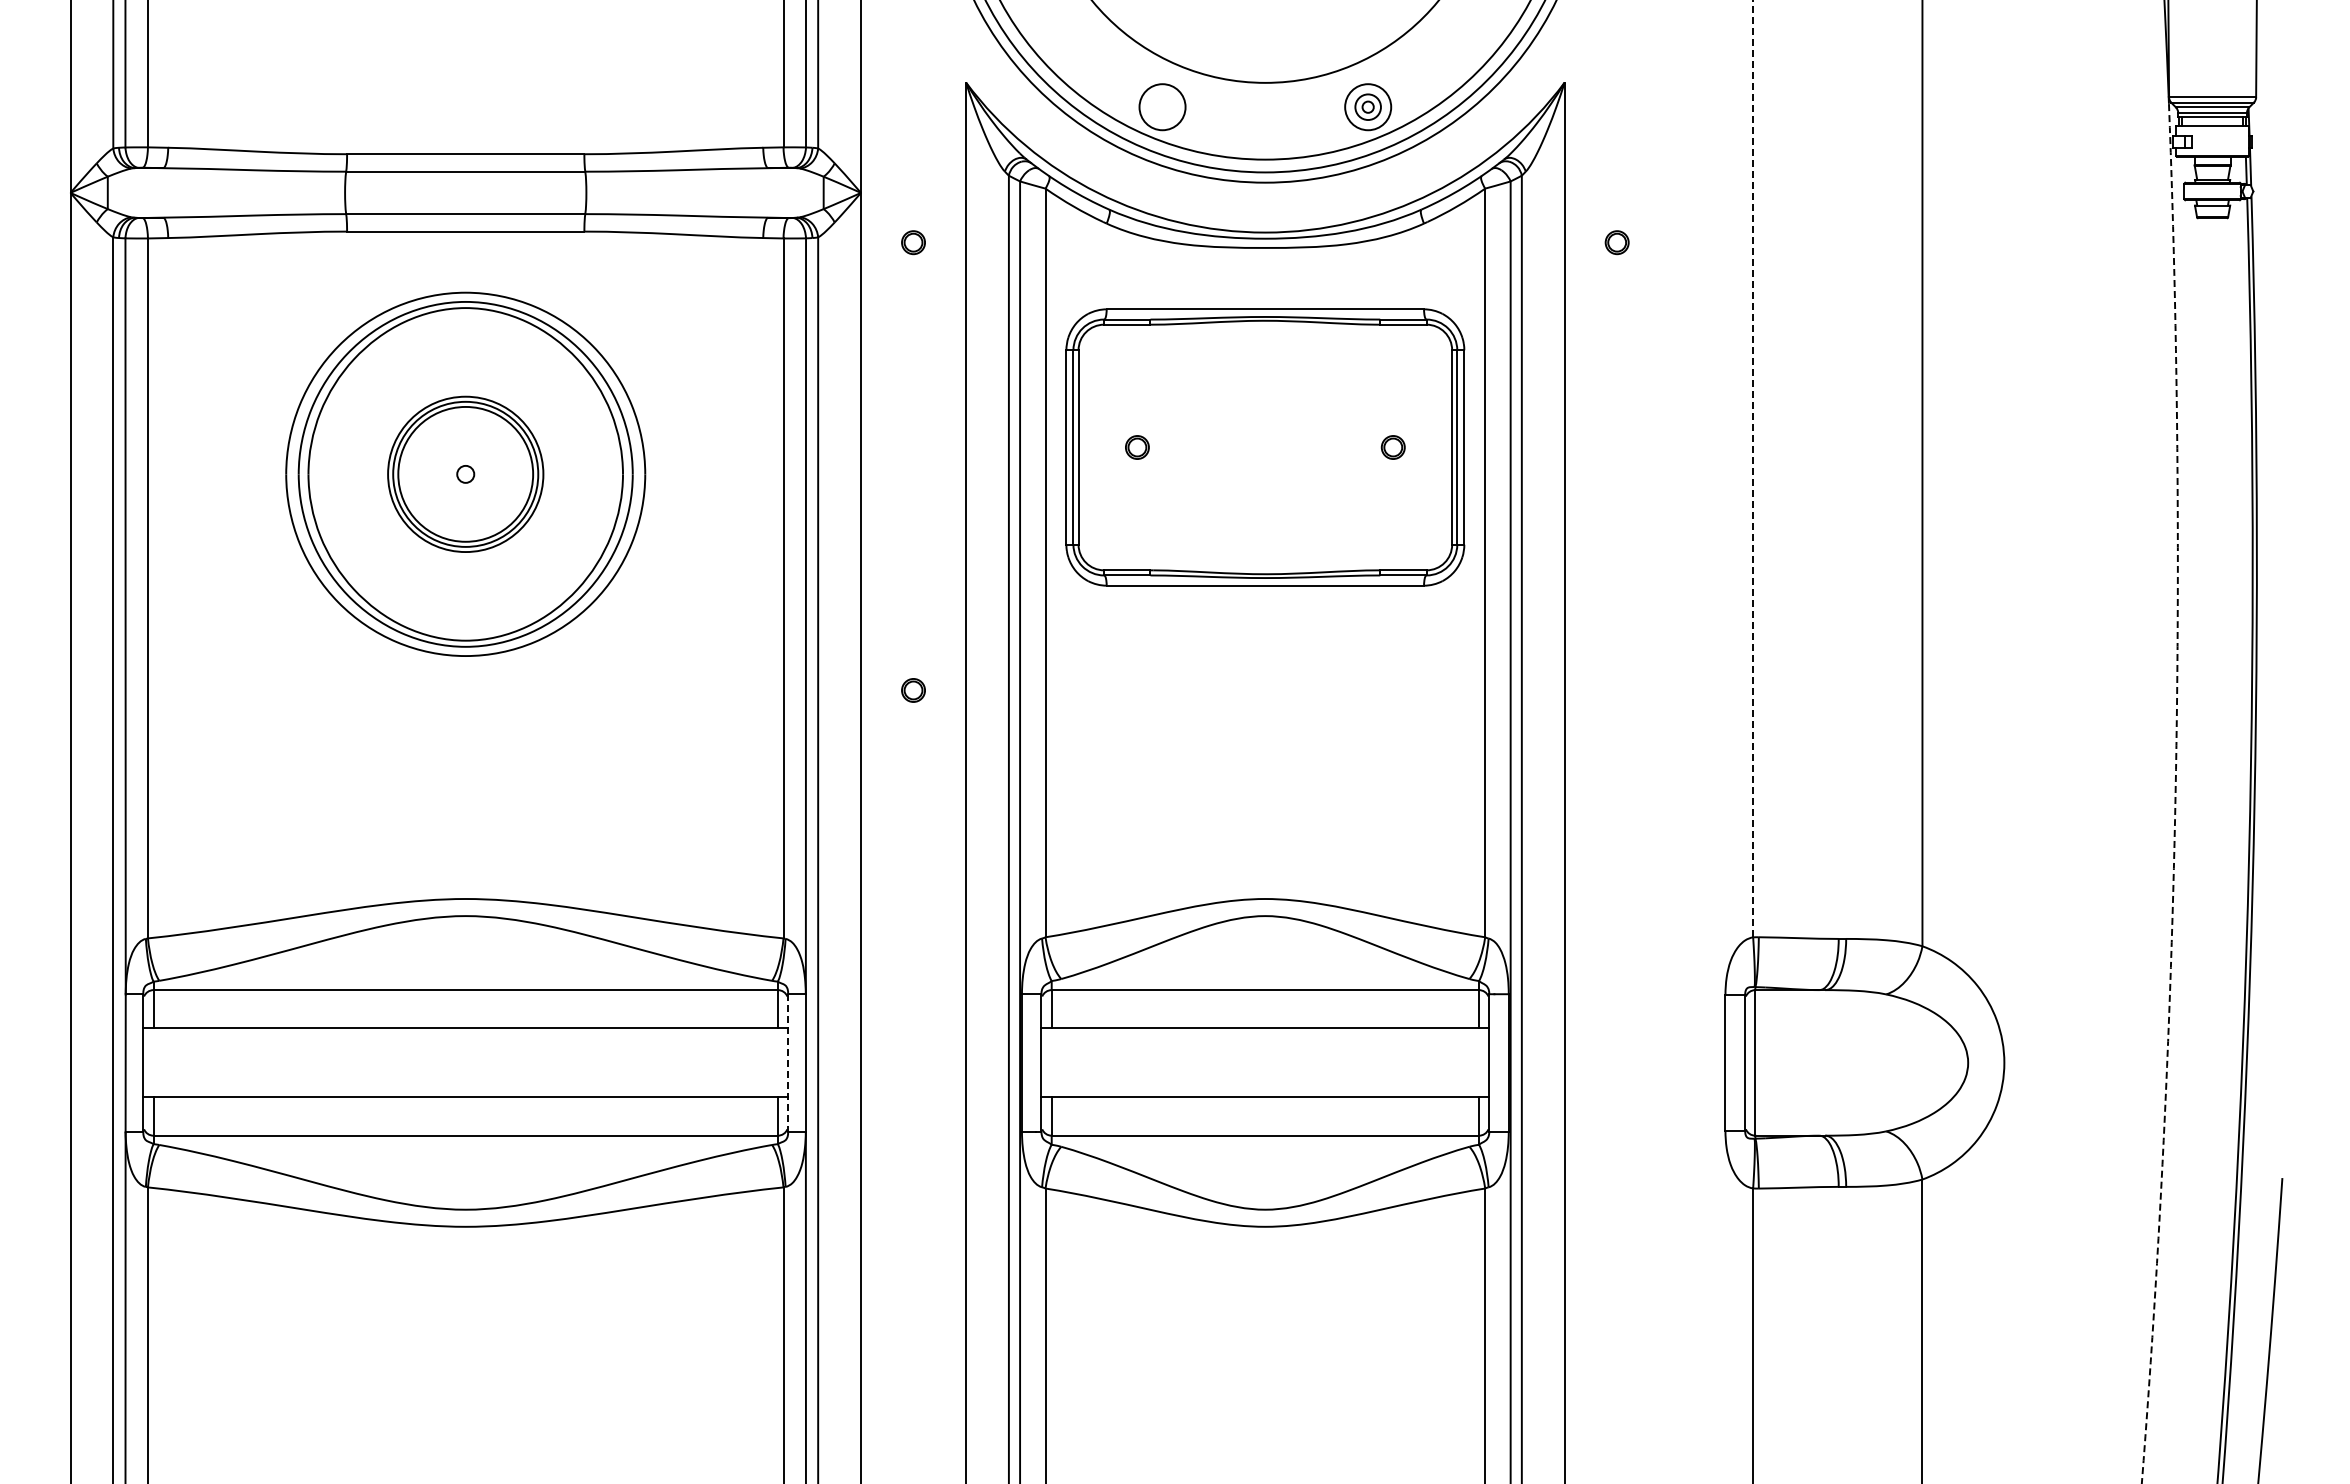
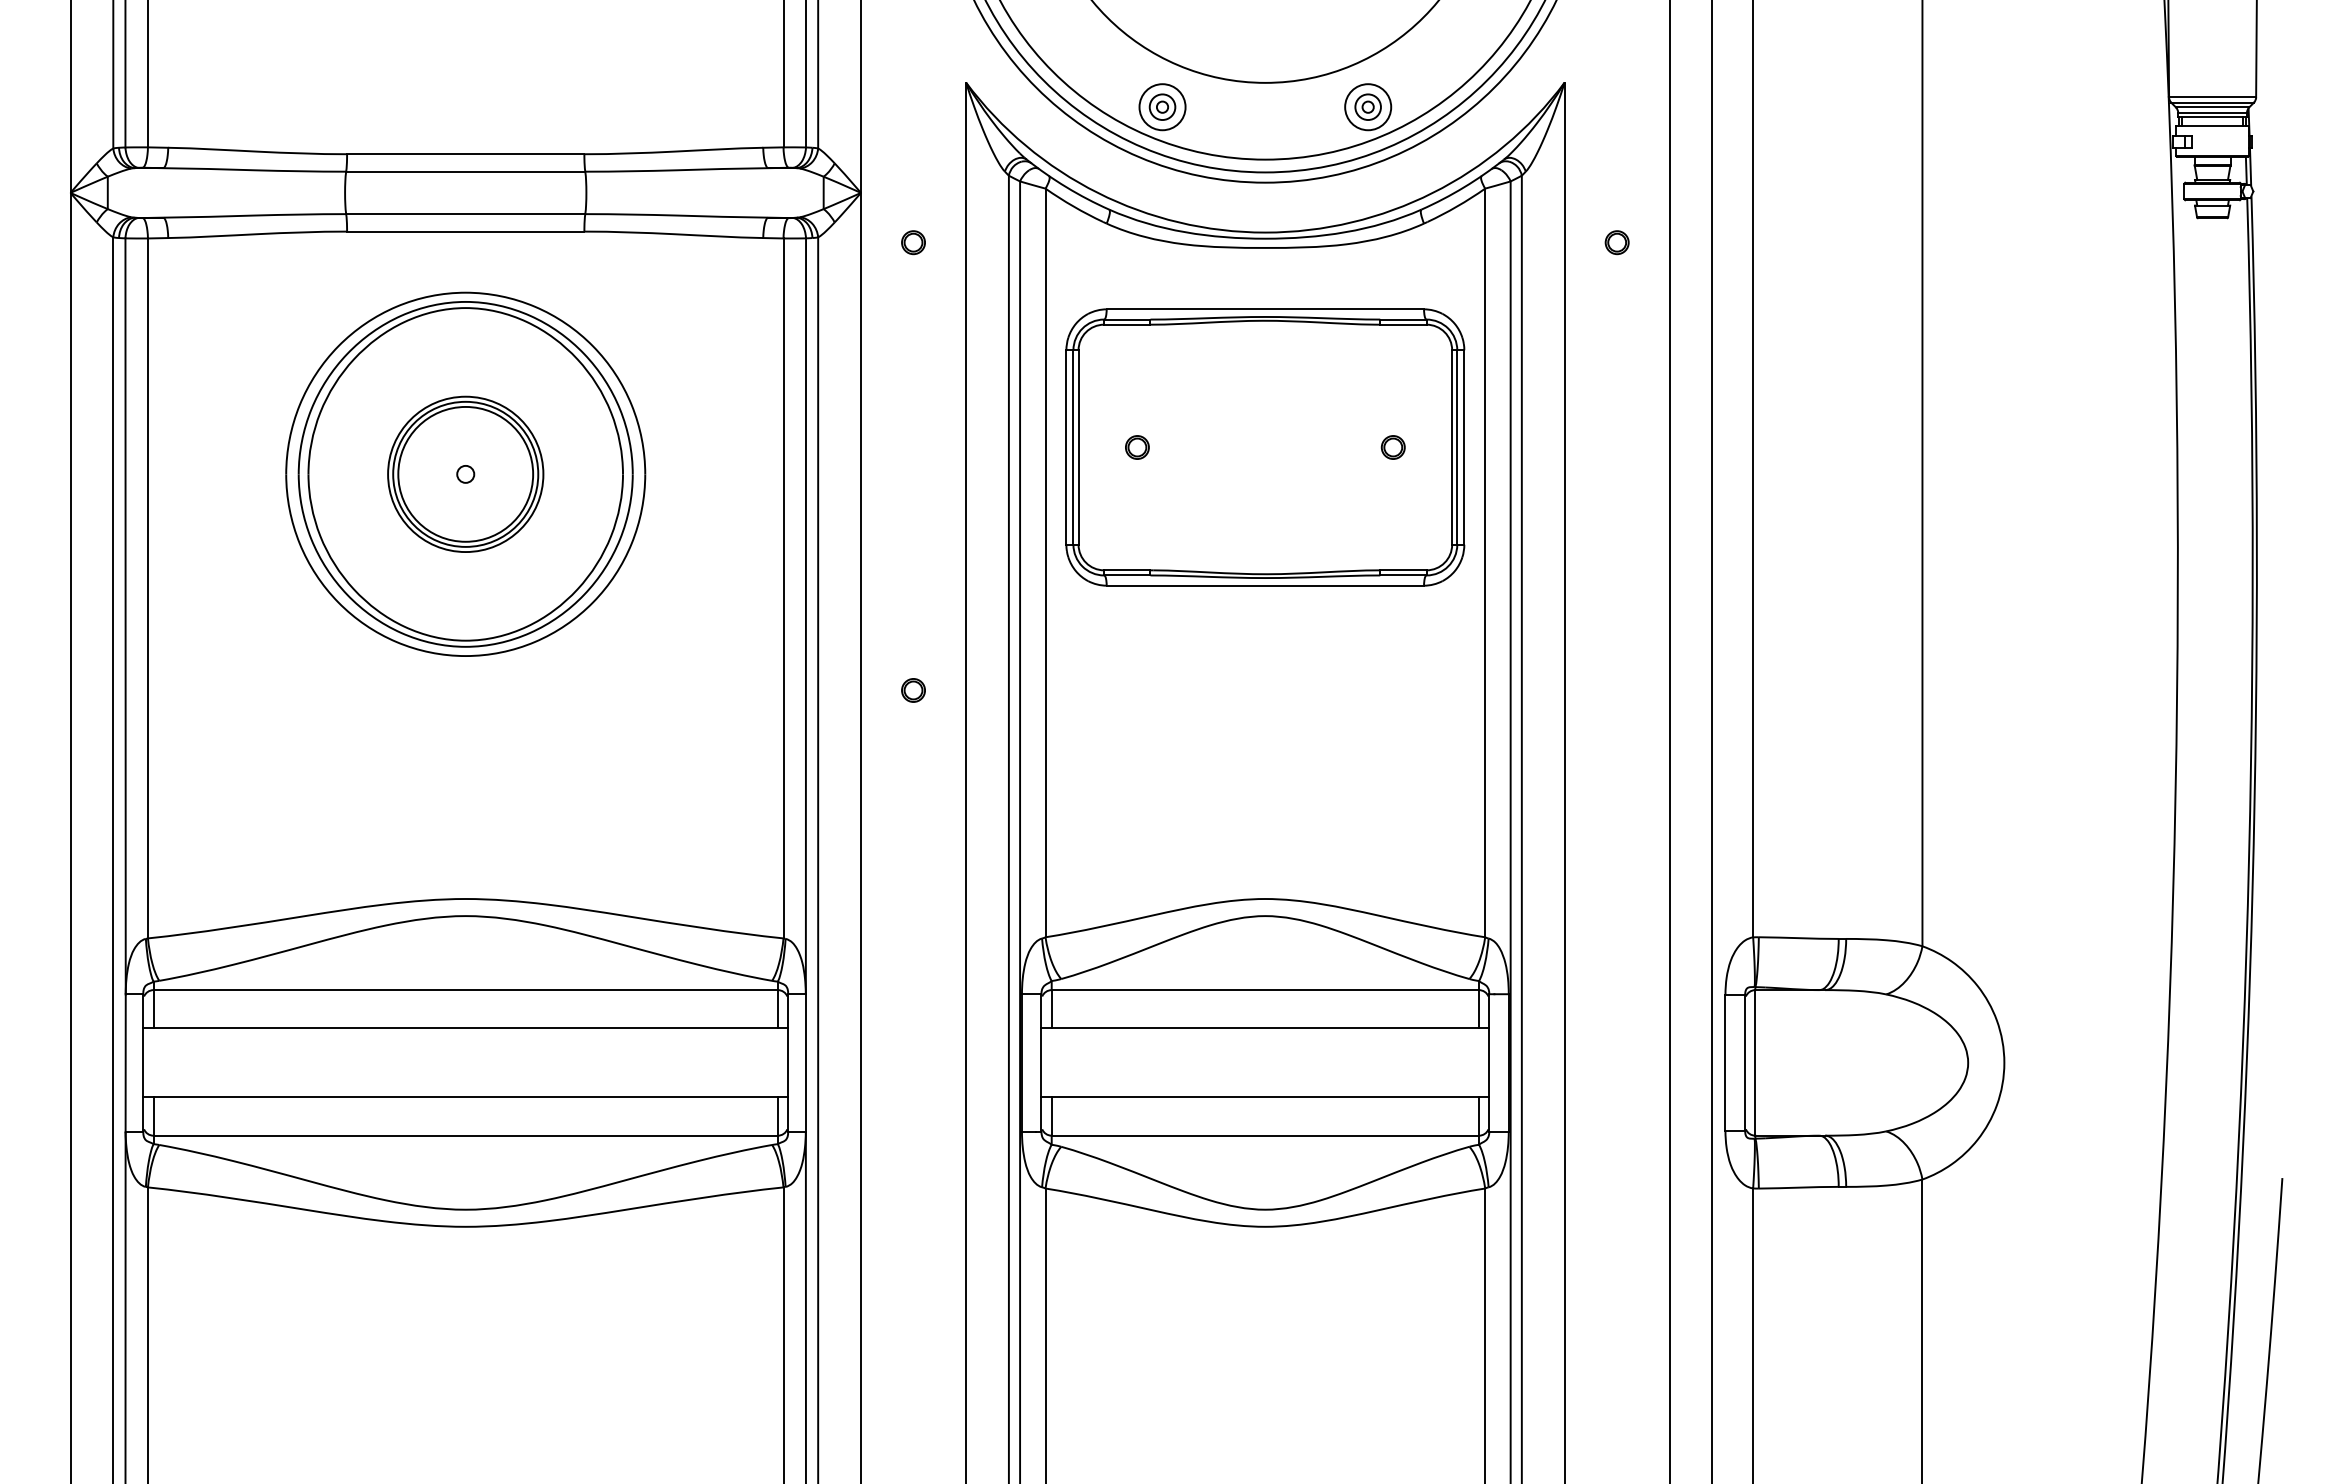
part at (1162, 106): none -> present
line at (1753, 468): dashed -> solid
line at (1669, 741): none -> present
line at (1712, 741): none -> present
arc at (2175, 793): dashed -> solid
line at (788, 1063): dashed -> solid
